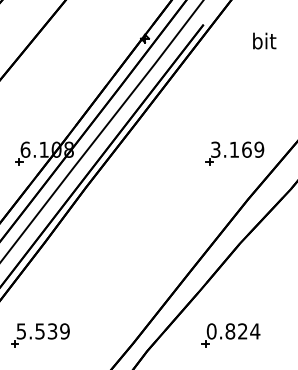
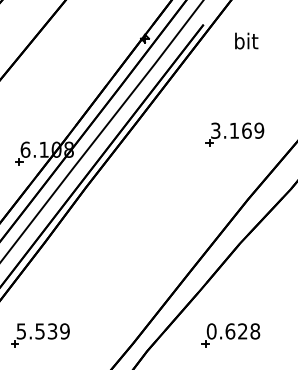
text at (264, 40) position: (264, 40) -> (246, 40)
part at (234, 153) position: (234, 153) -> (234, 134)
text at (242, 331): 0.824 -> 0.628
